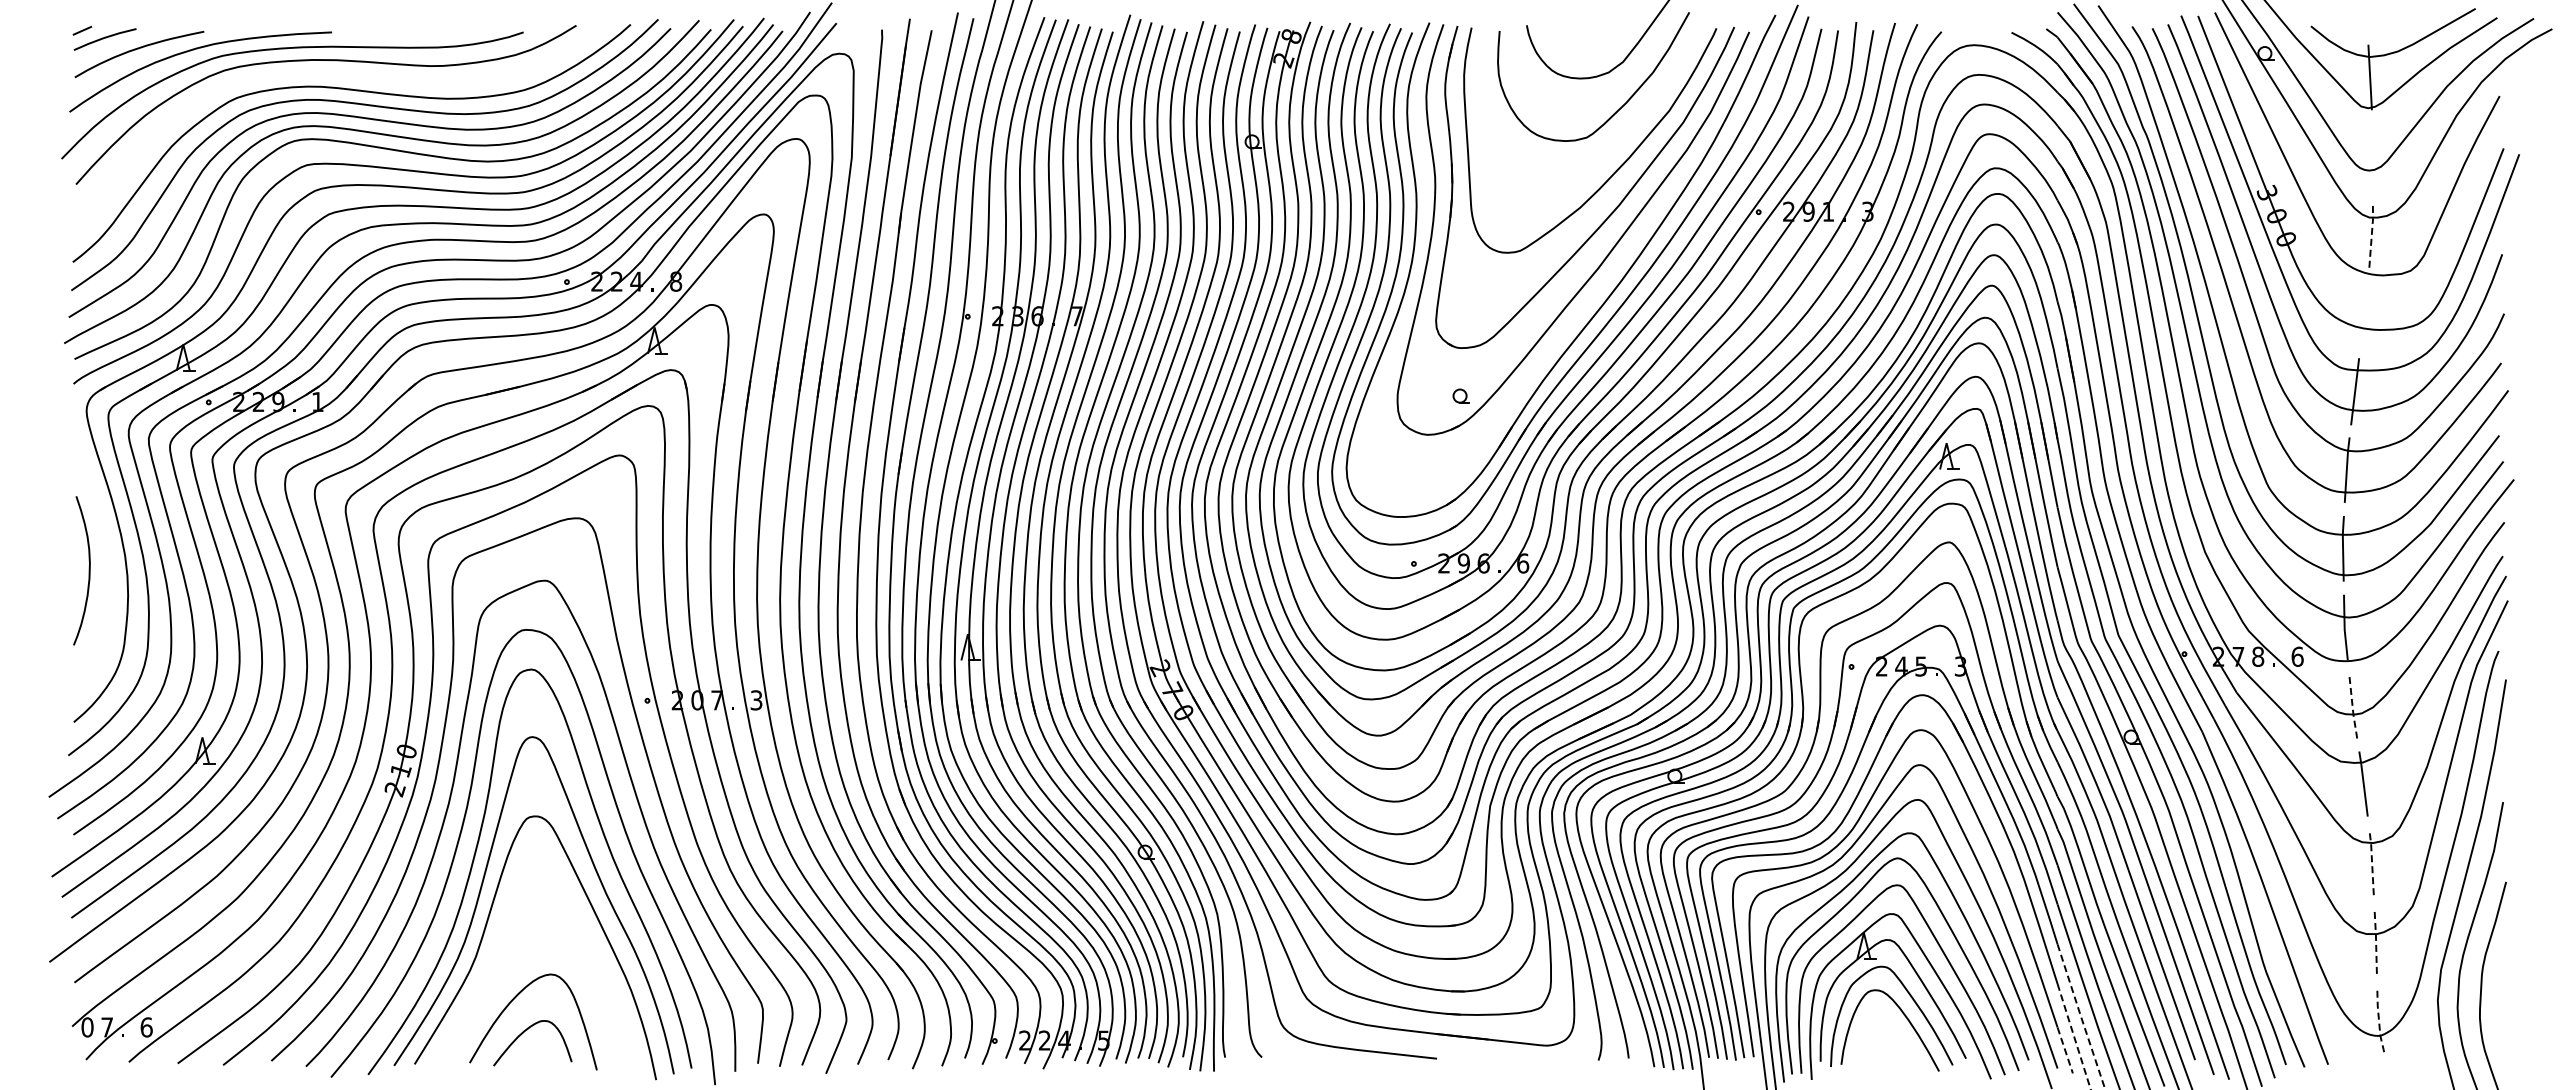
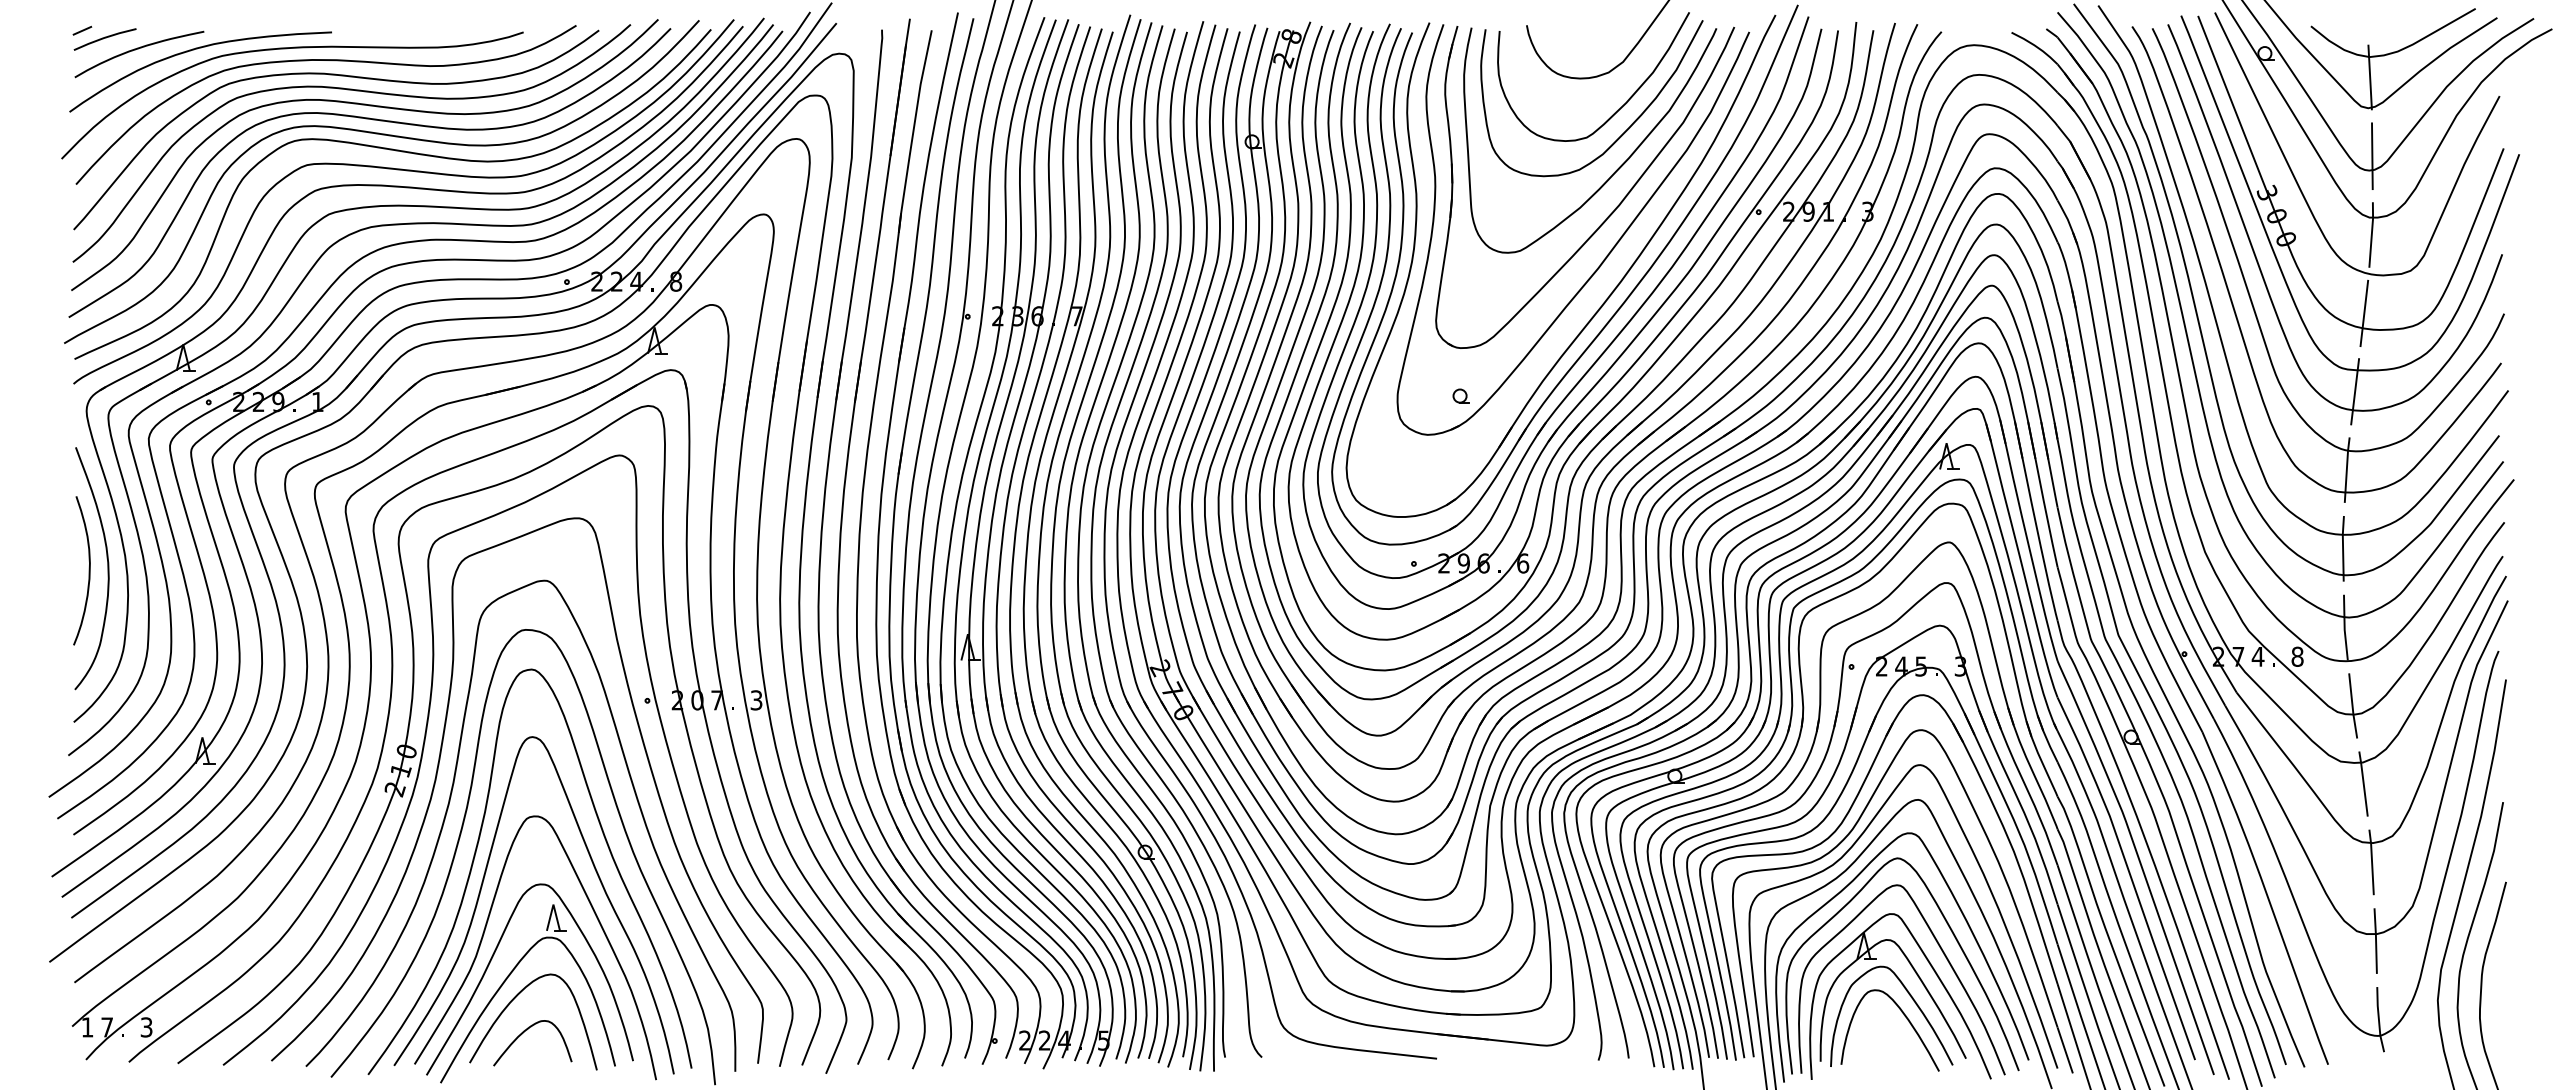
curve at (340, 76): none -> present
curve at (1624, 131): none -> present
line at (2372, 156): none -> present
line at (2371, 234): dashed -> solid
line at (2364, 313): none -> present
curve at (107, 568): none -> present
text at (2257, 656): 8 -> 4
text at (2297, 656): 6 -> 8
line at (2352, 706): dashed -> solid
line at (2372, 861): dashed -> solid
line at (2376, 940): dashed -> solid
part at (514, 970): none -> present
line at (2081, 1016): dashed -> solid
line at (2378, 1019): dashed -> solid
text at (87, 1027): 0 -> 1
text at (146, 1027): 6 -> 3
line at (2074, 1037): dashed -> solid
line at (2065, 1050): dashed -> solid
